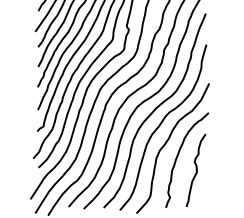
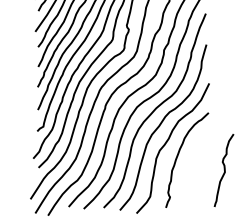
curve at (195, 169) position: (195, 169) -> (223, 169)
